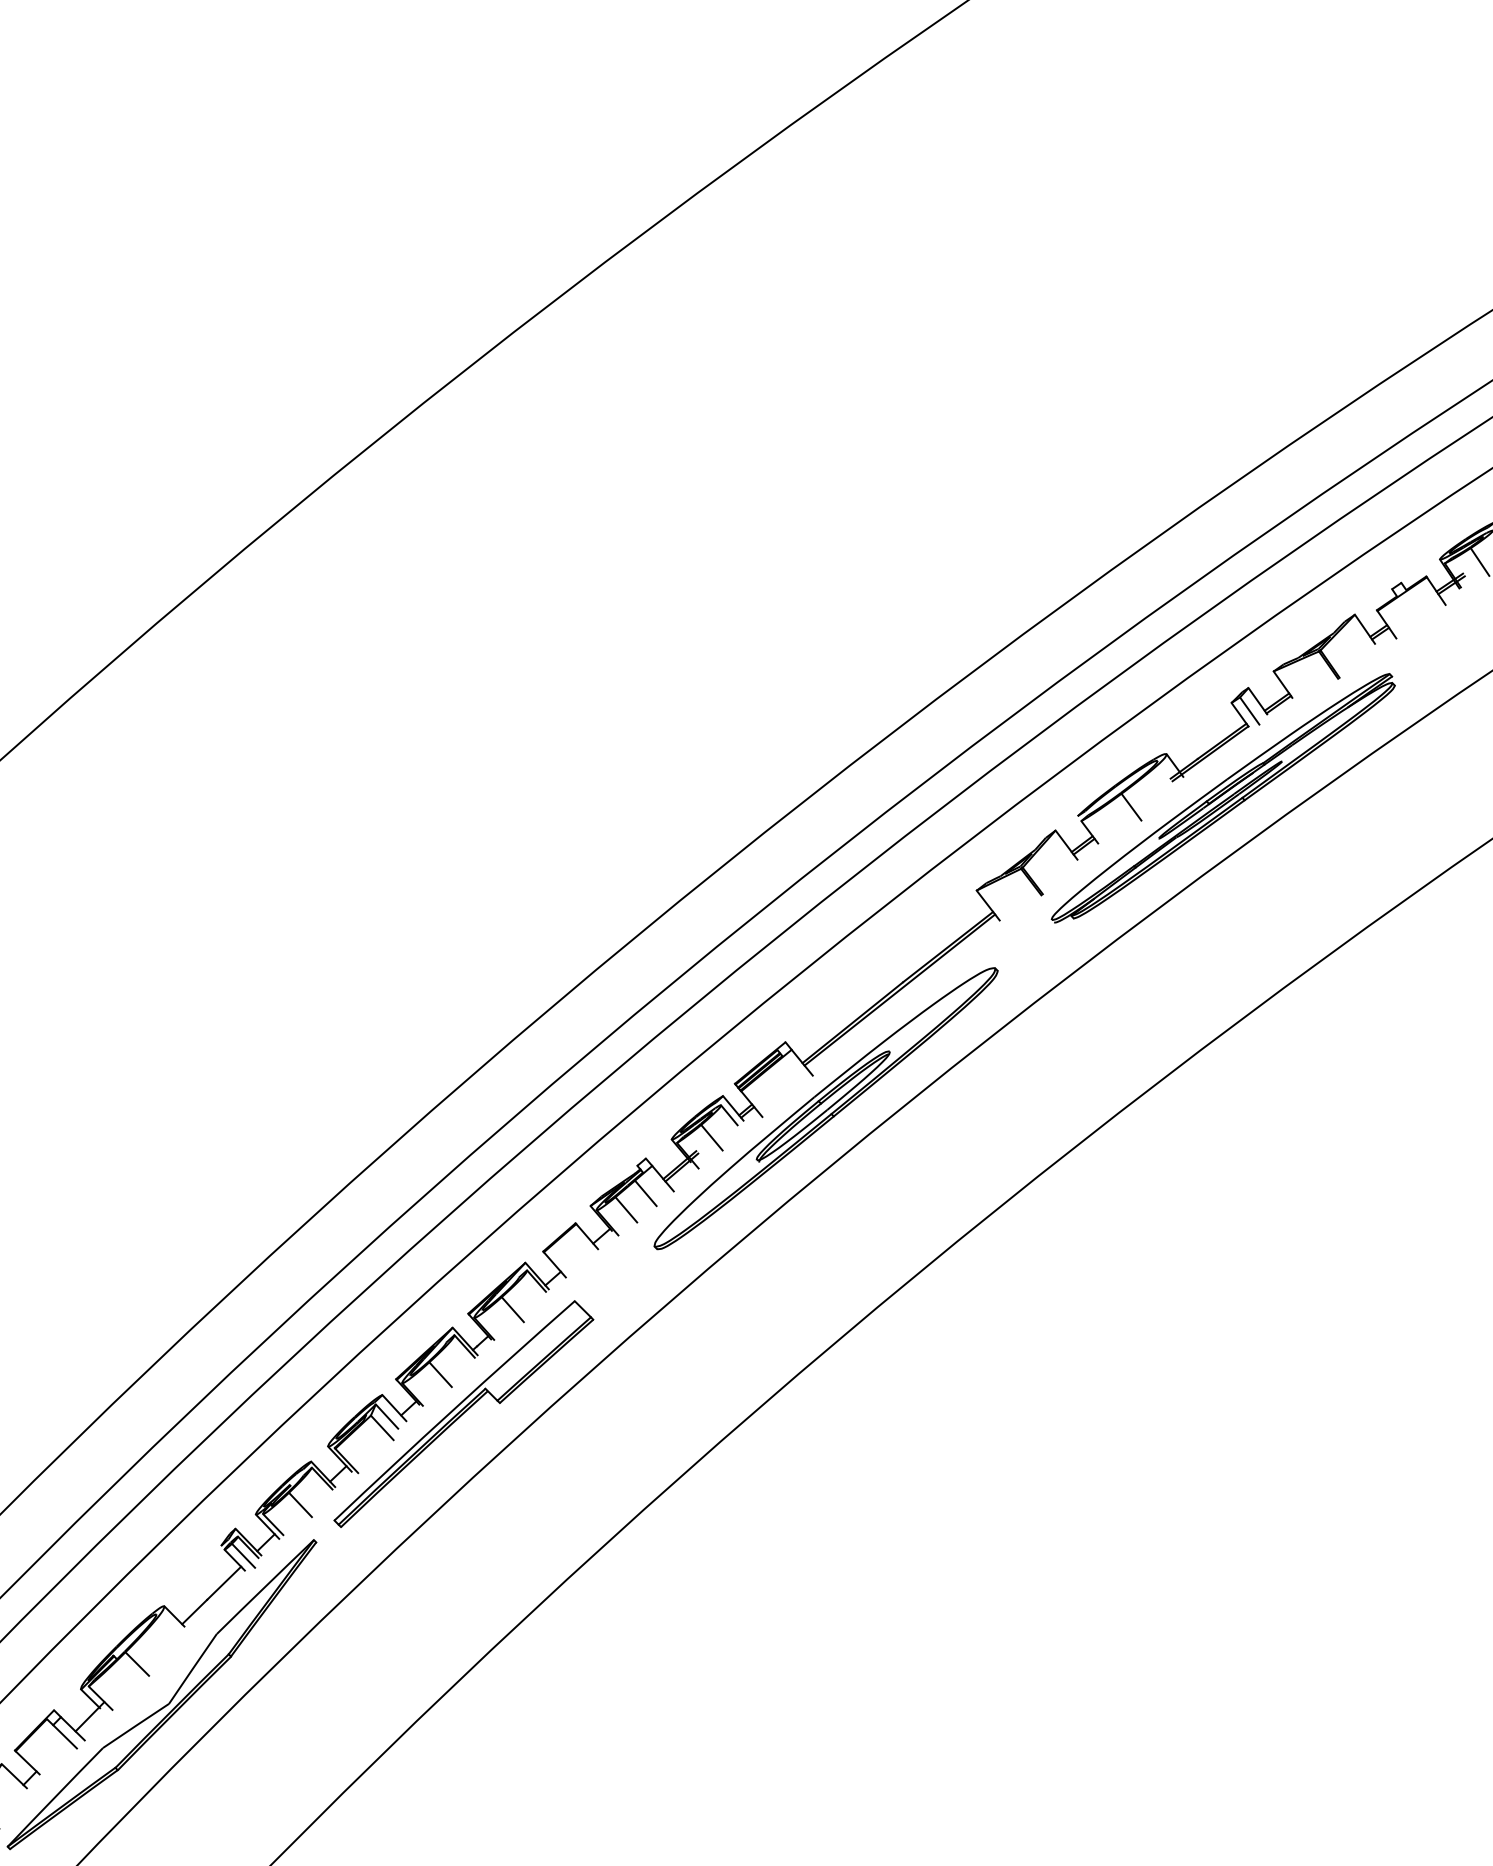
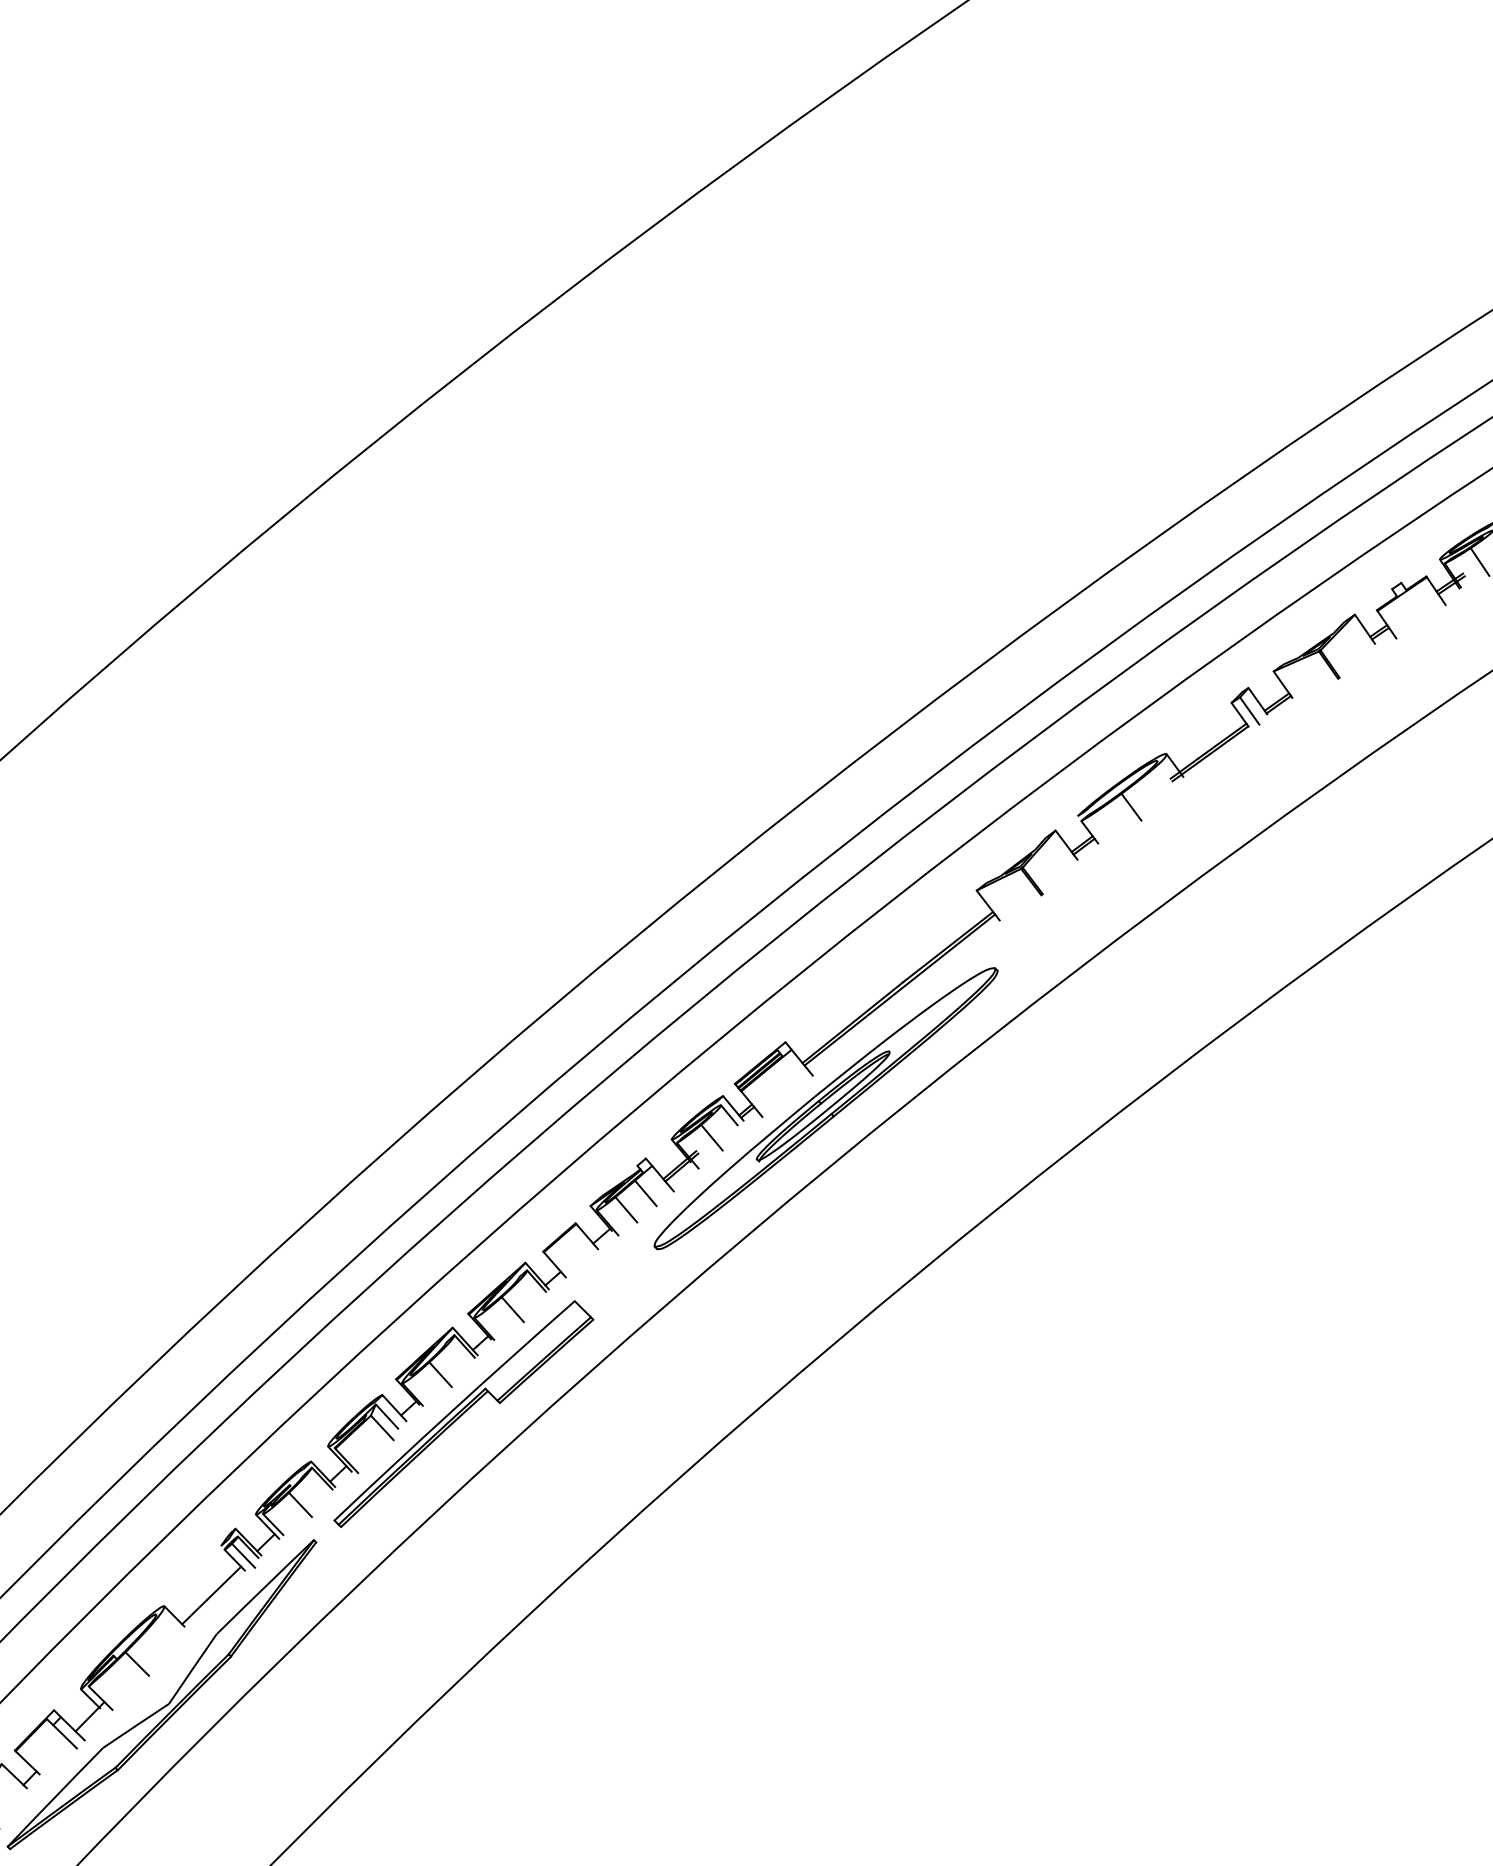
part at (1222, 798): present -> none
